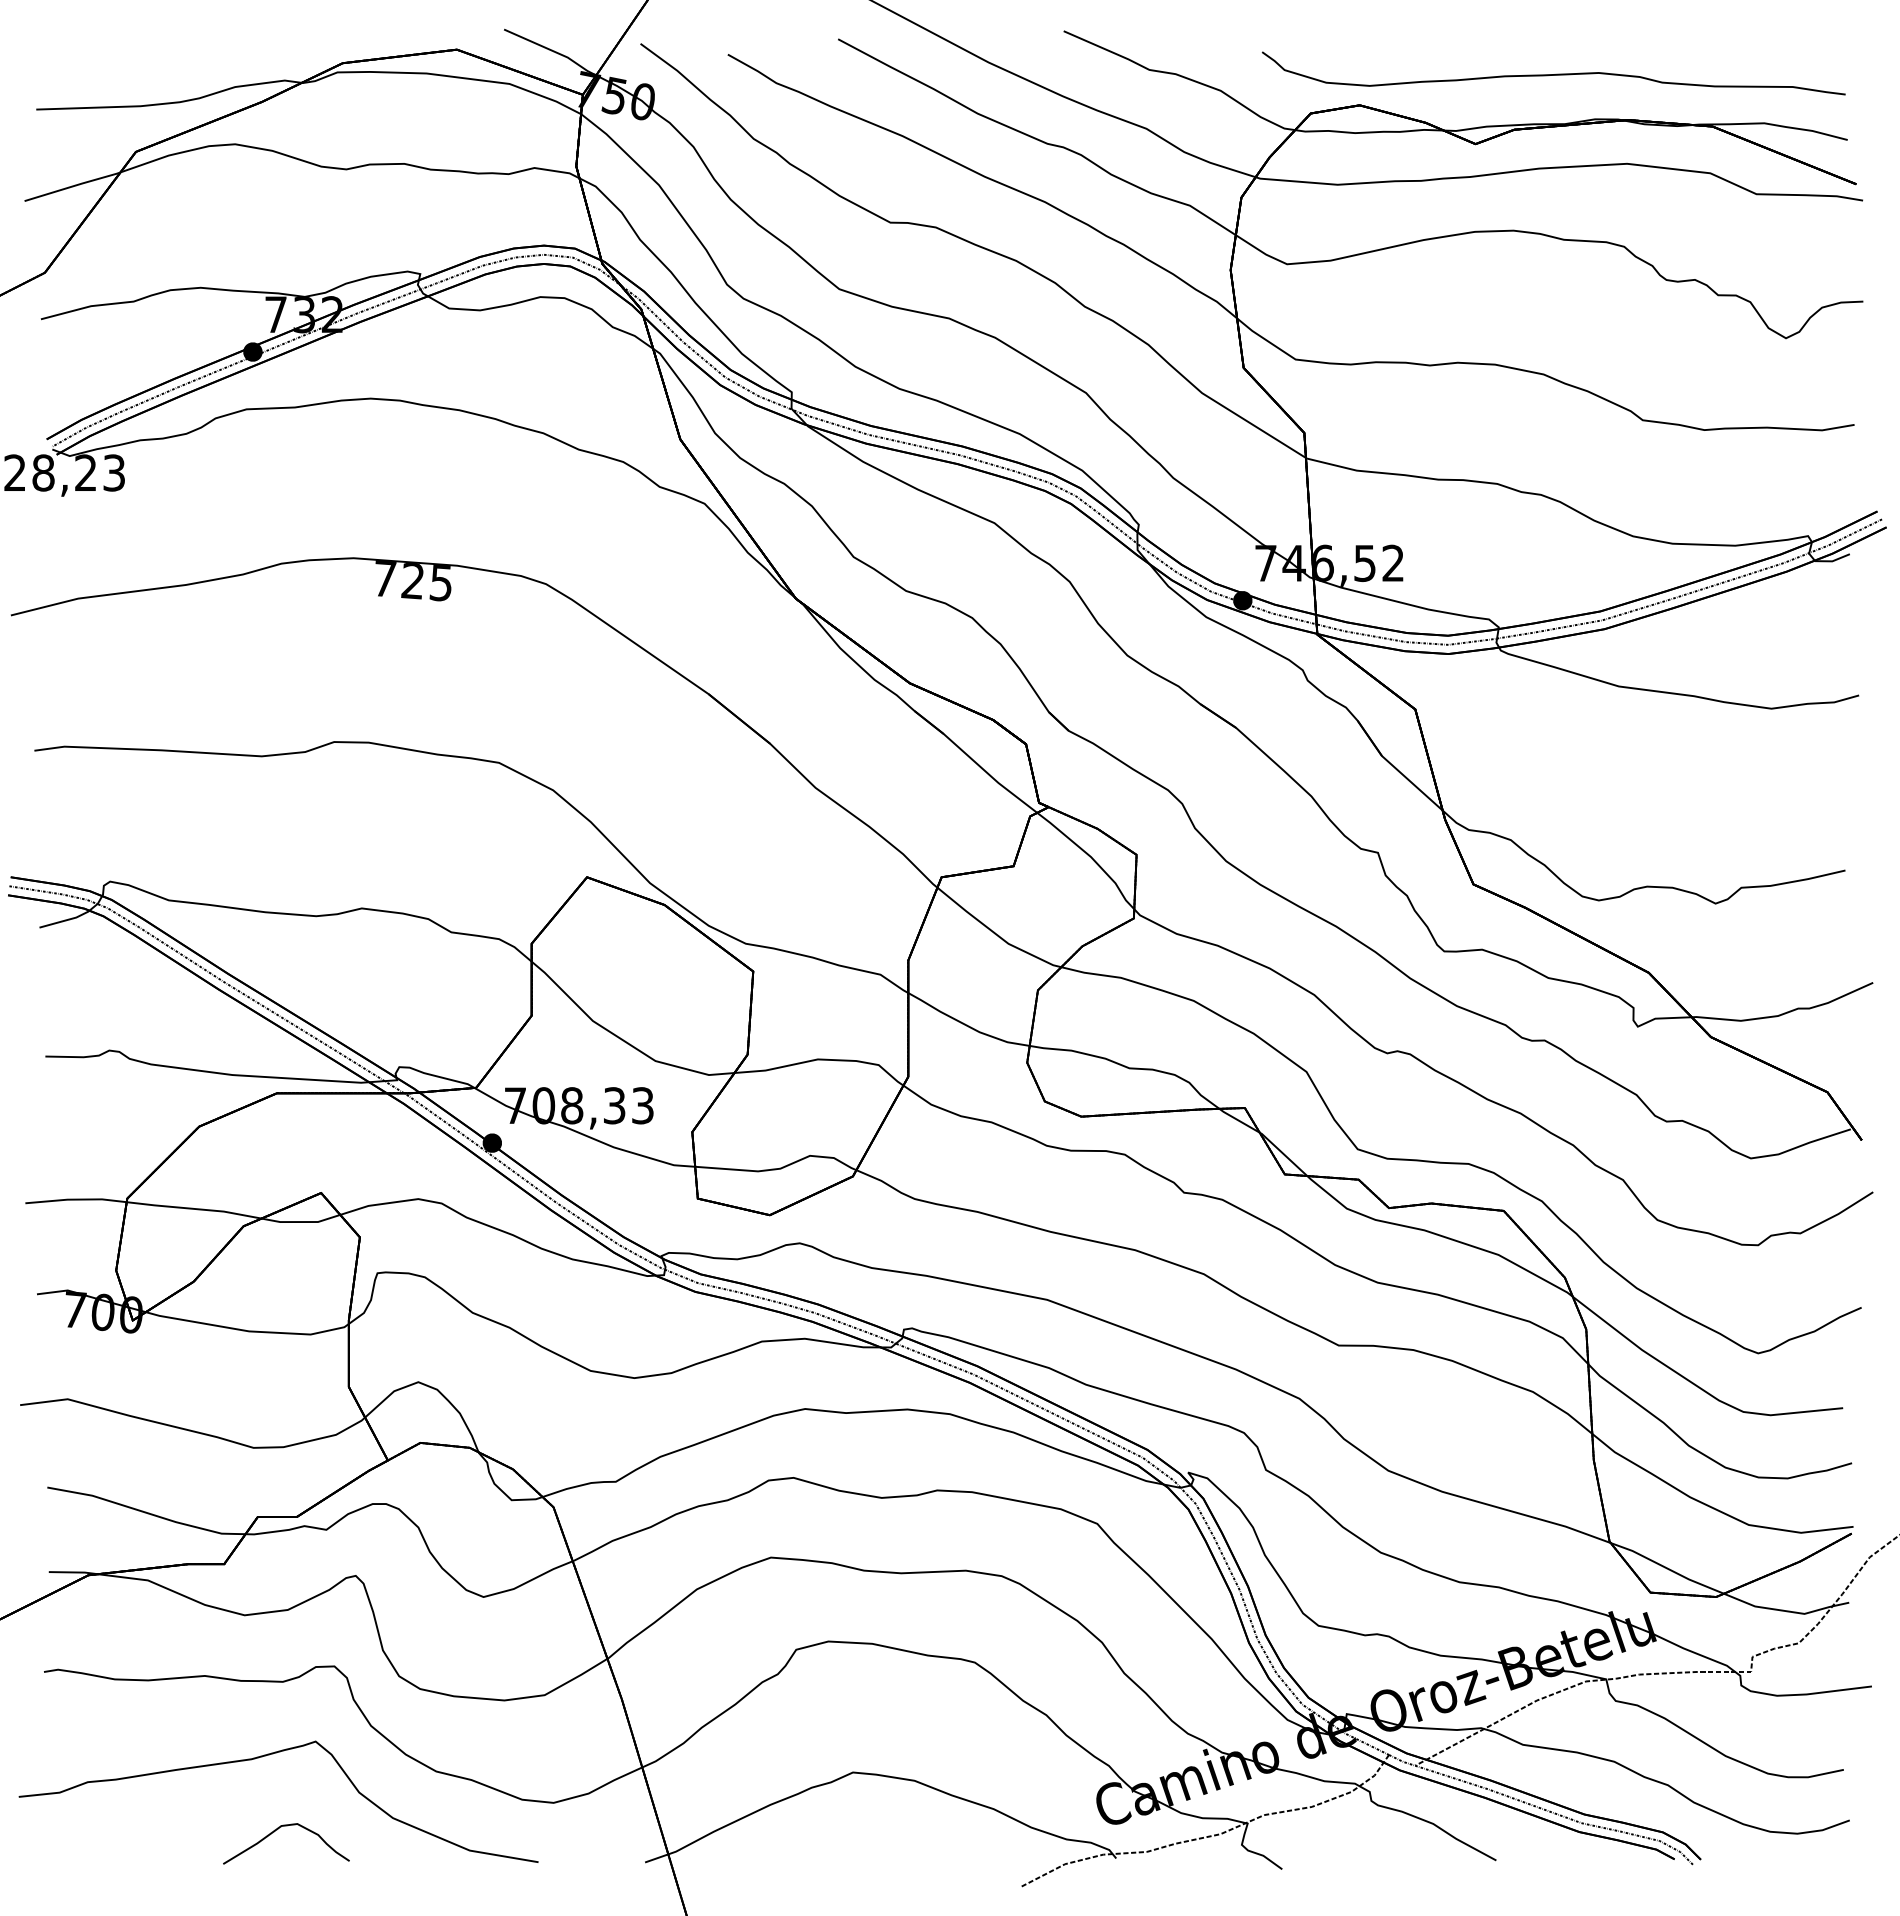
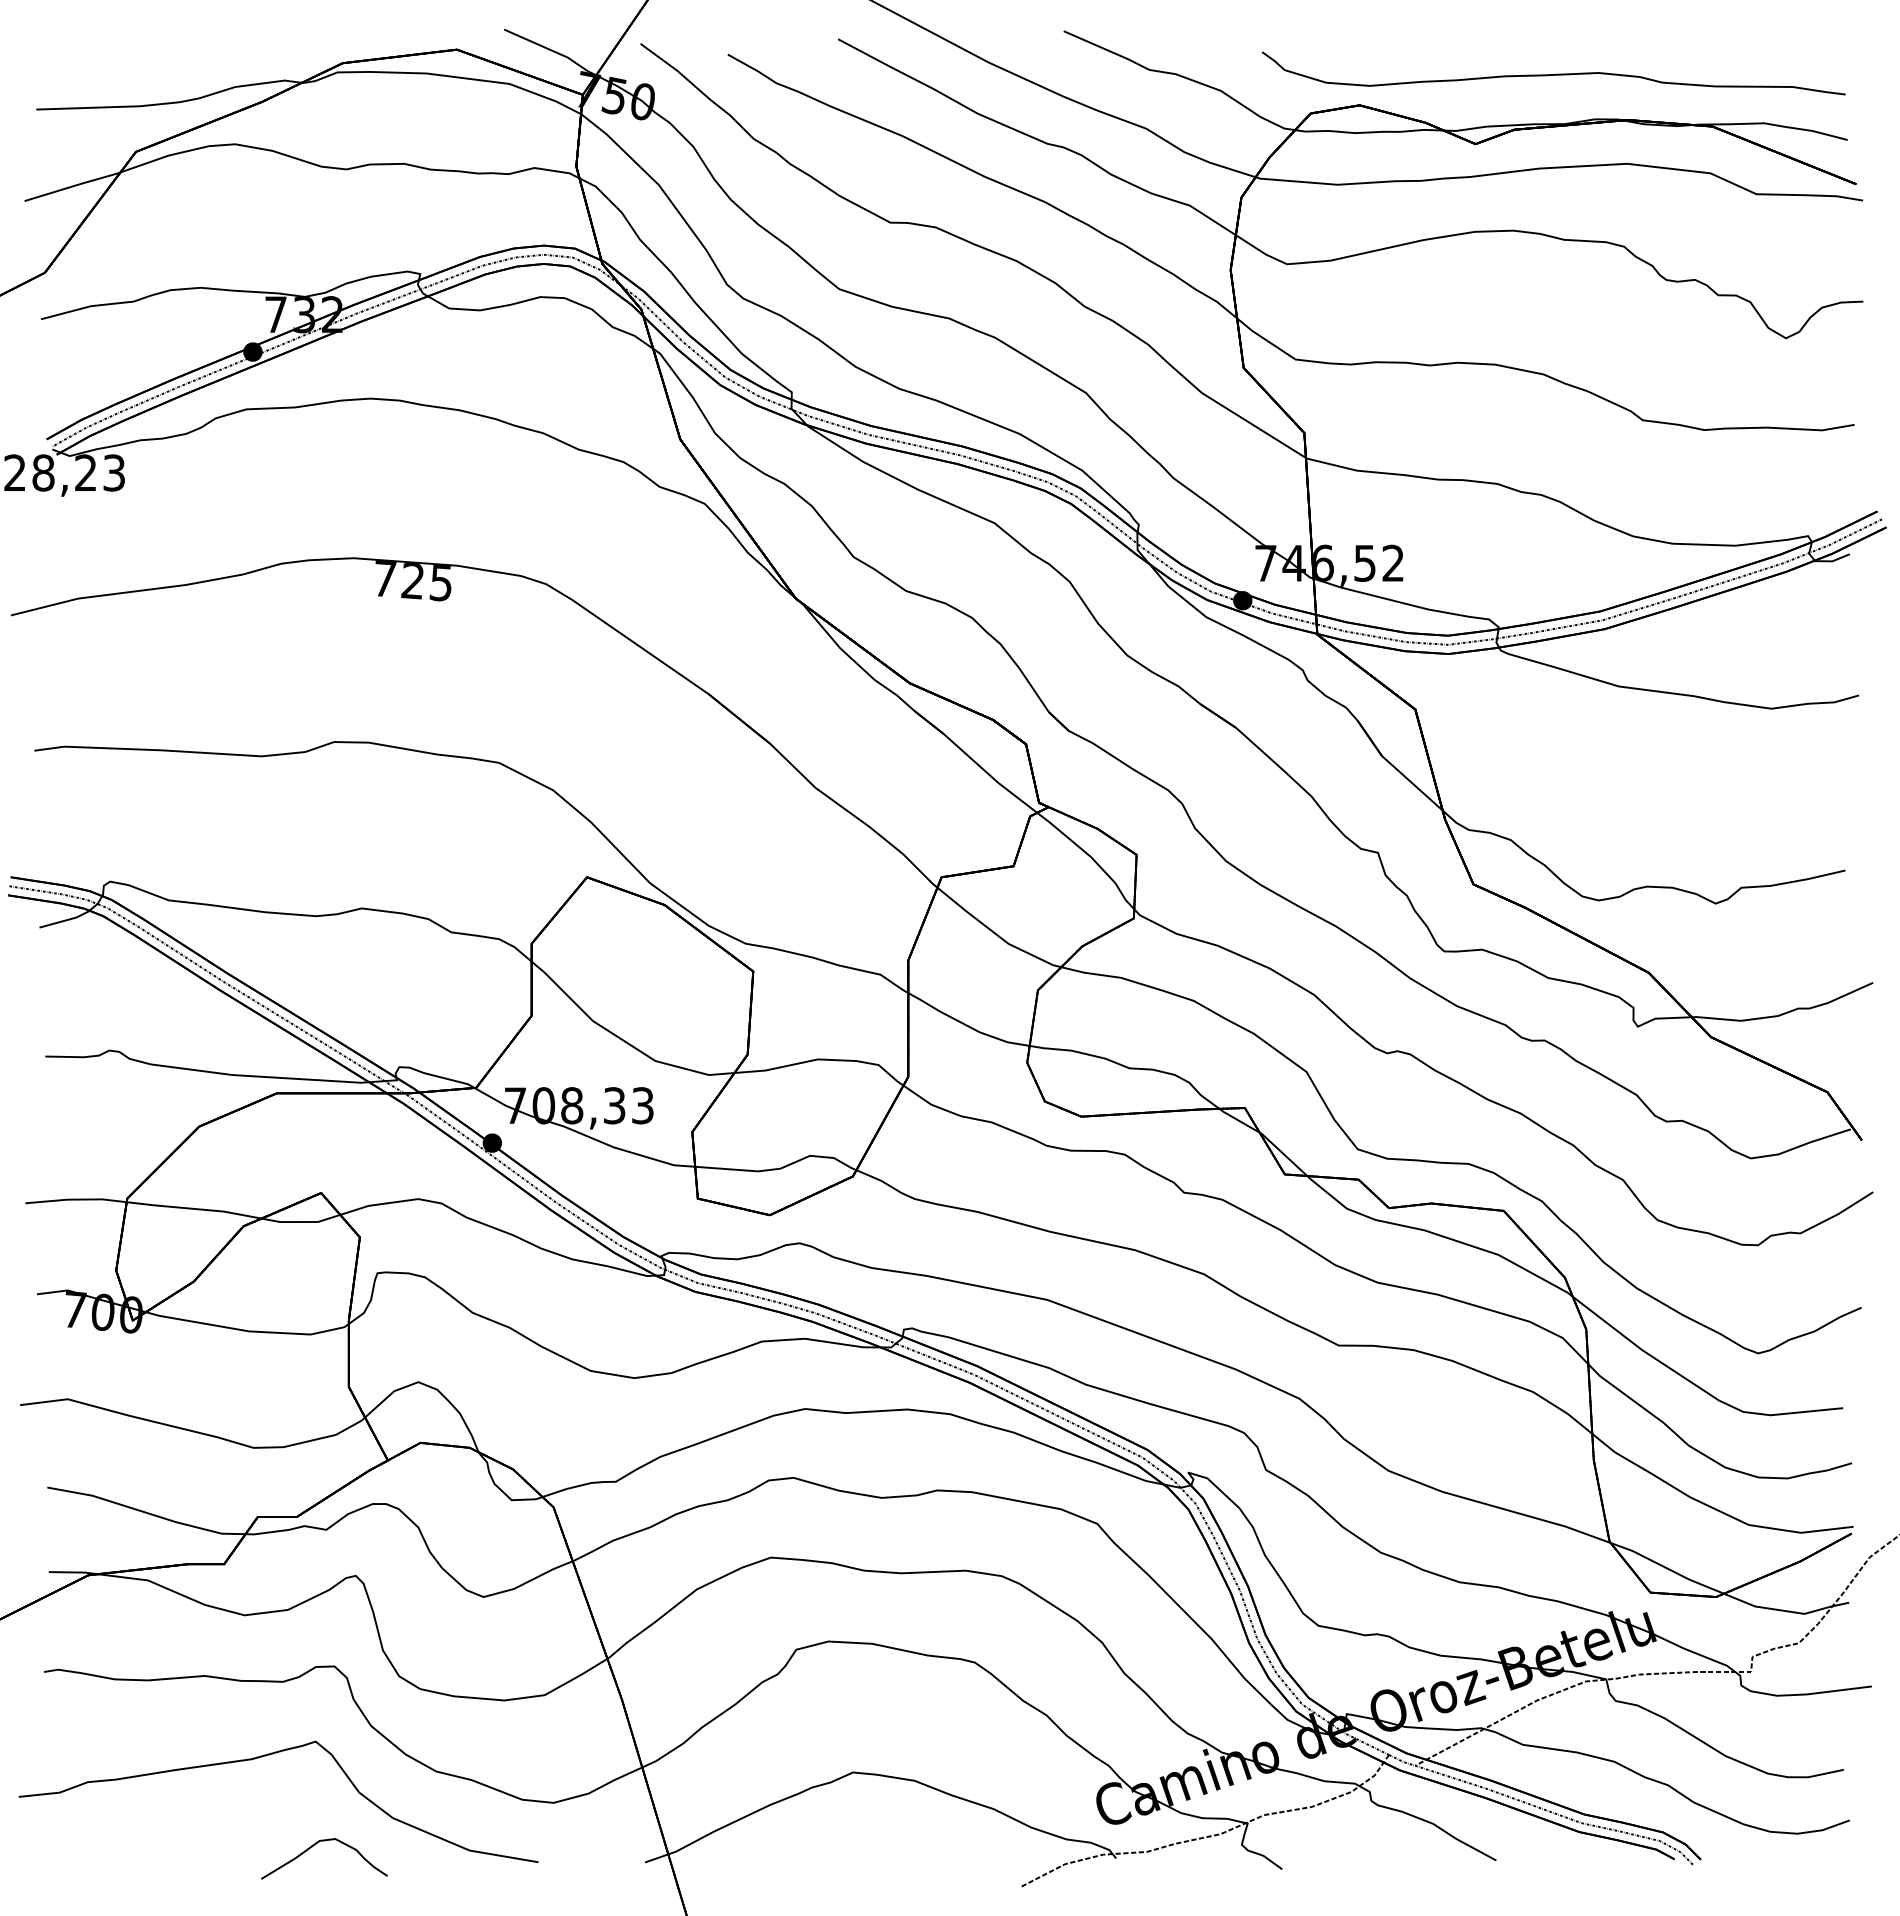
part at (277, 1830) position: (277, 1830) -> (315, 1845)
